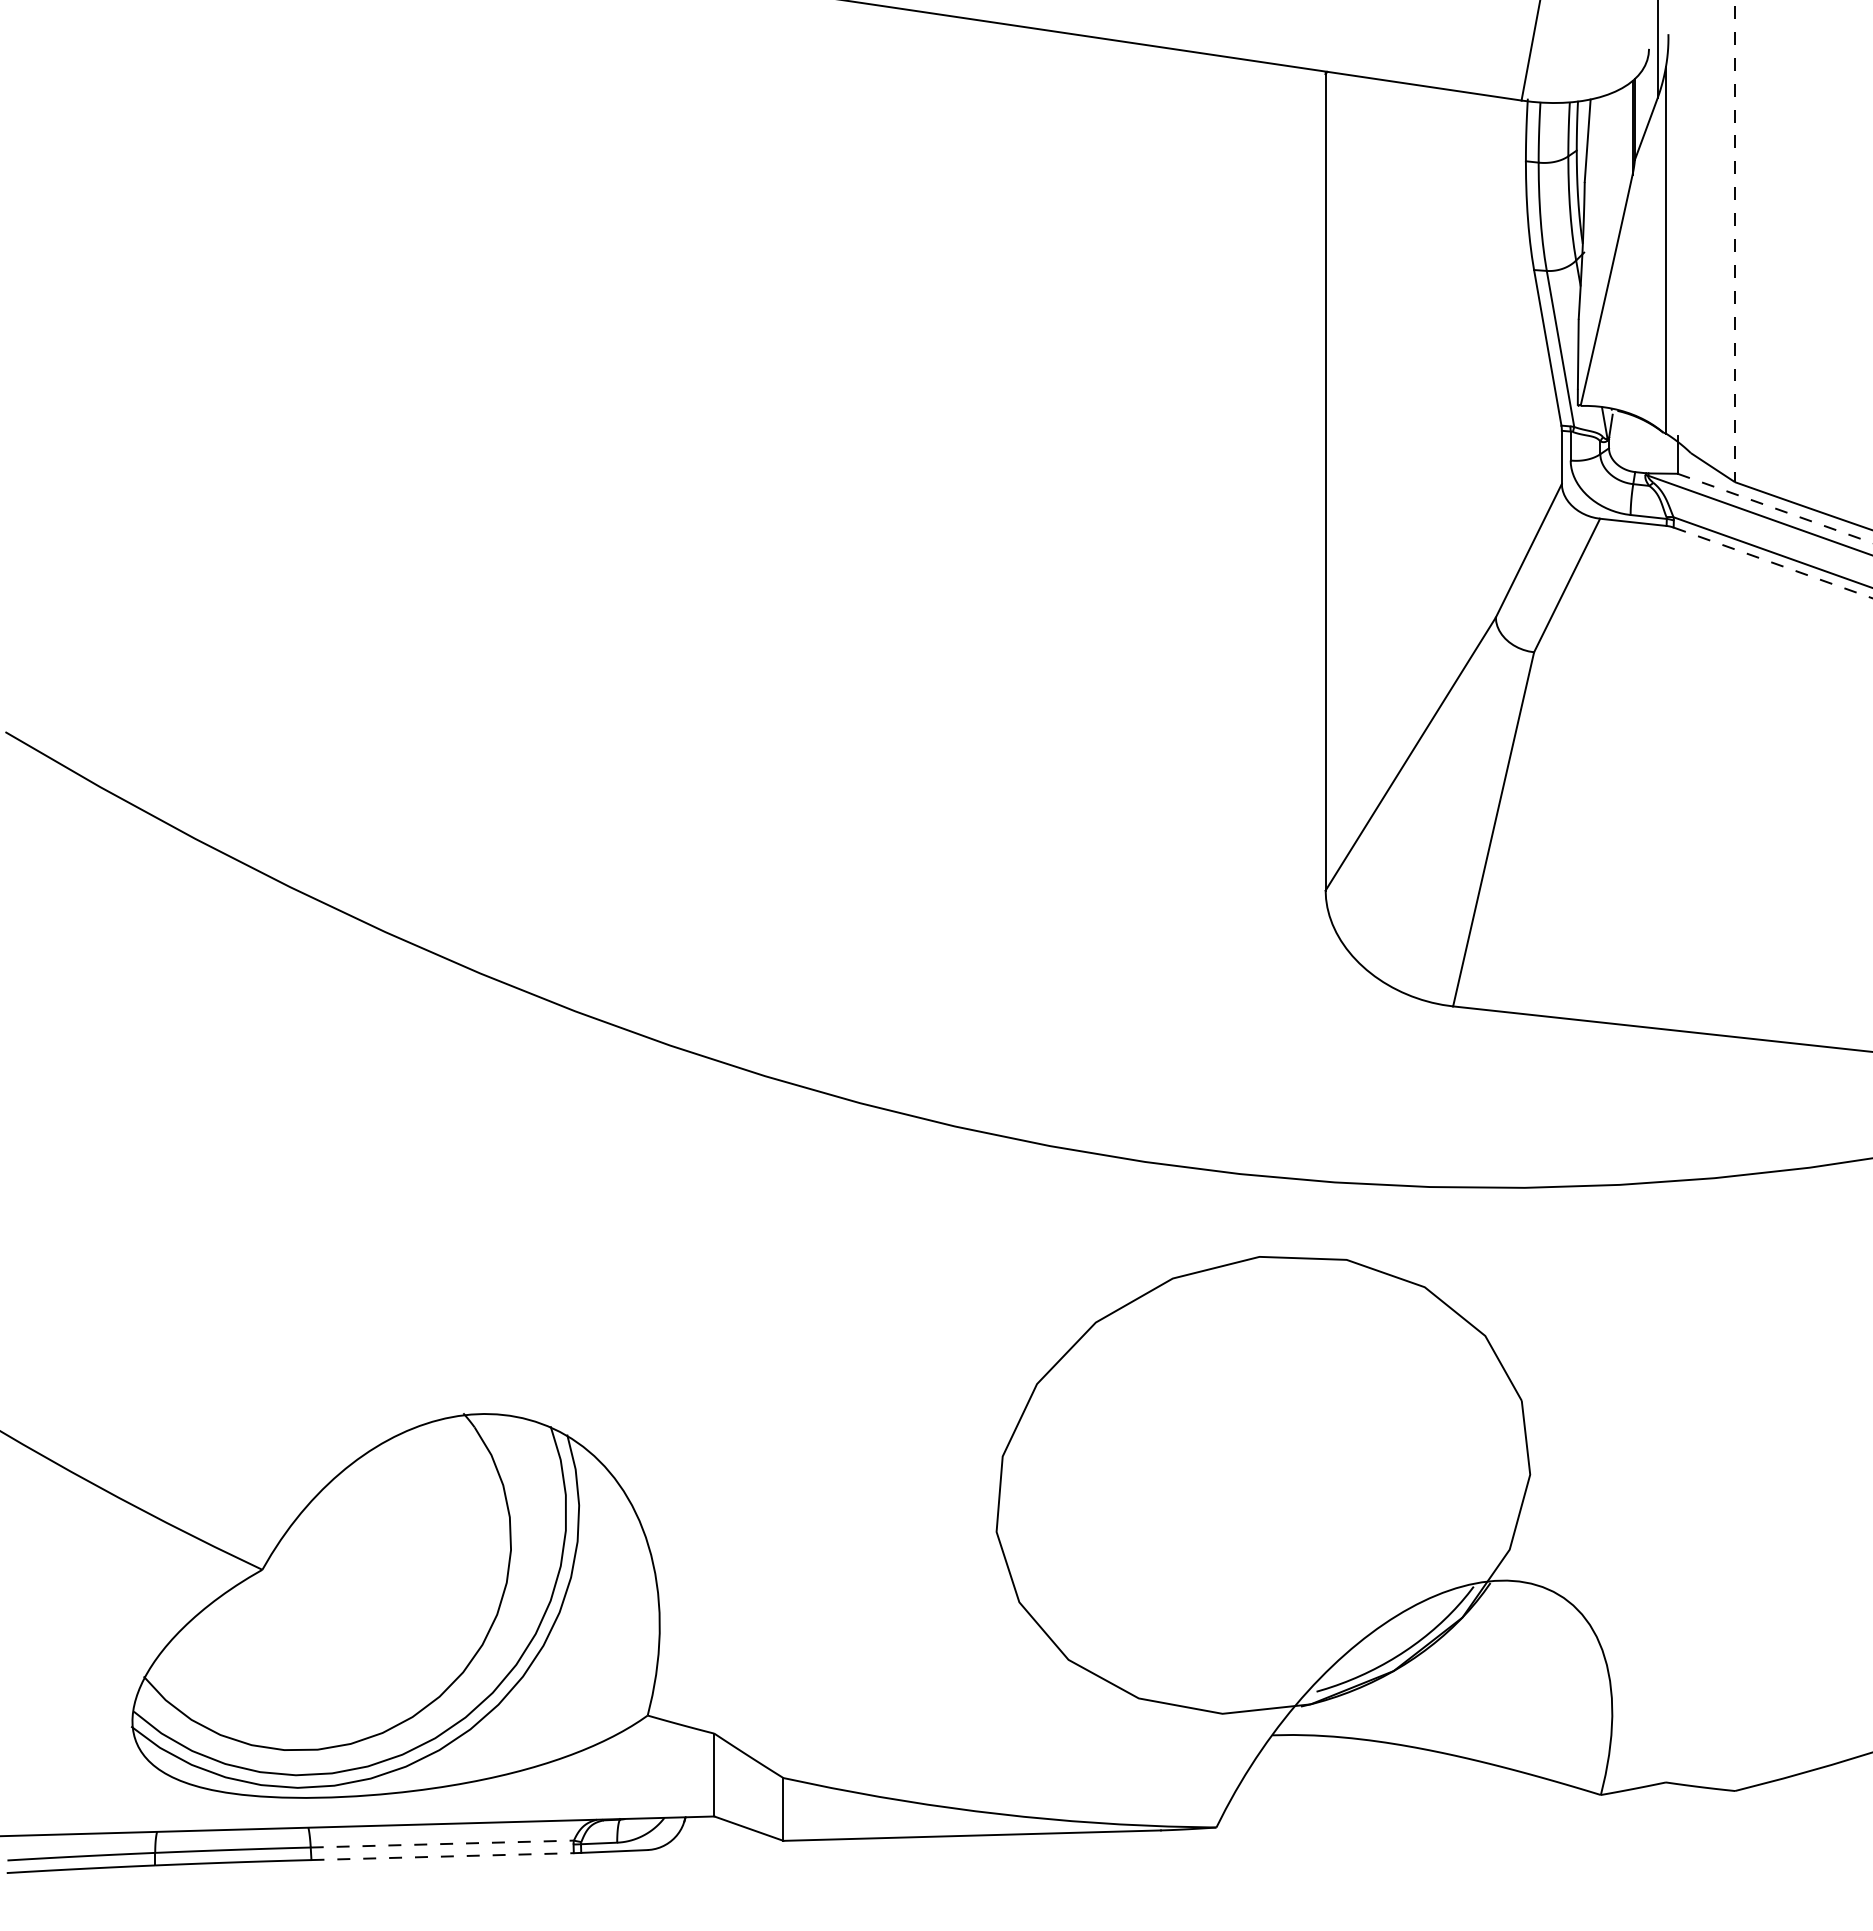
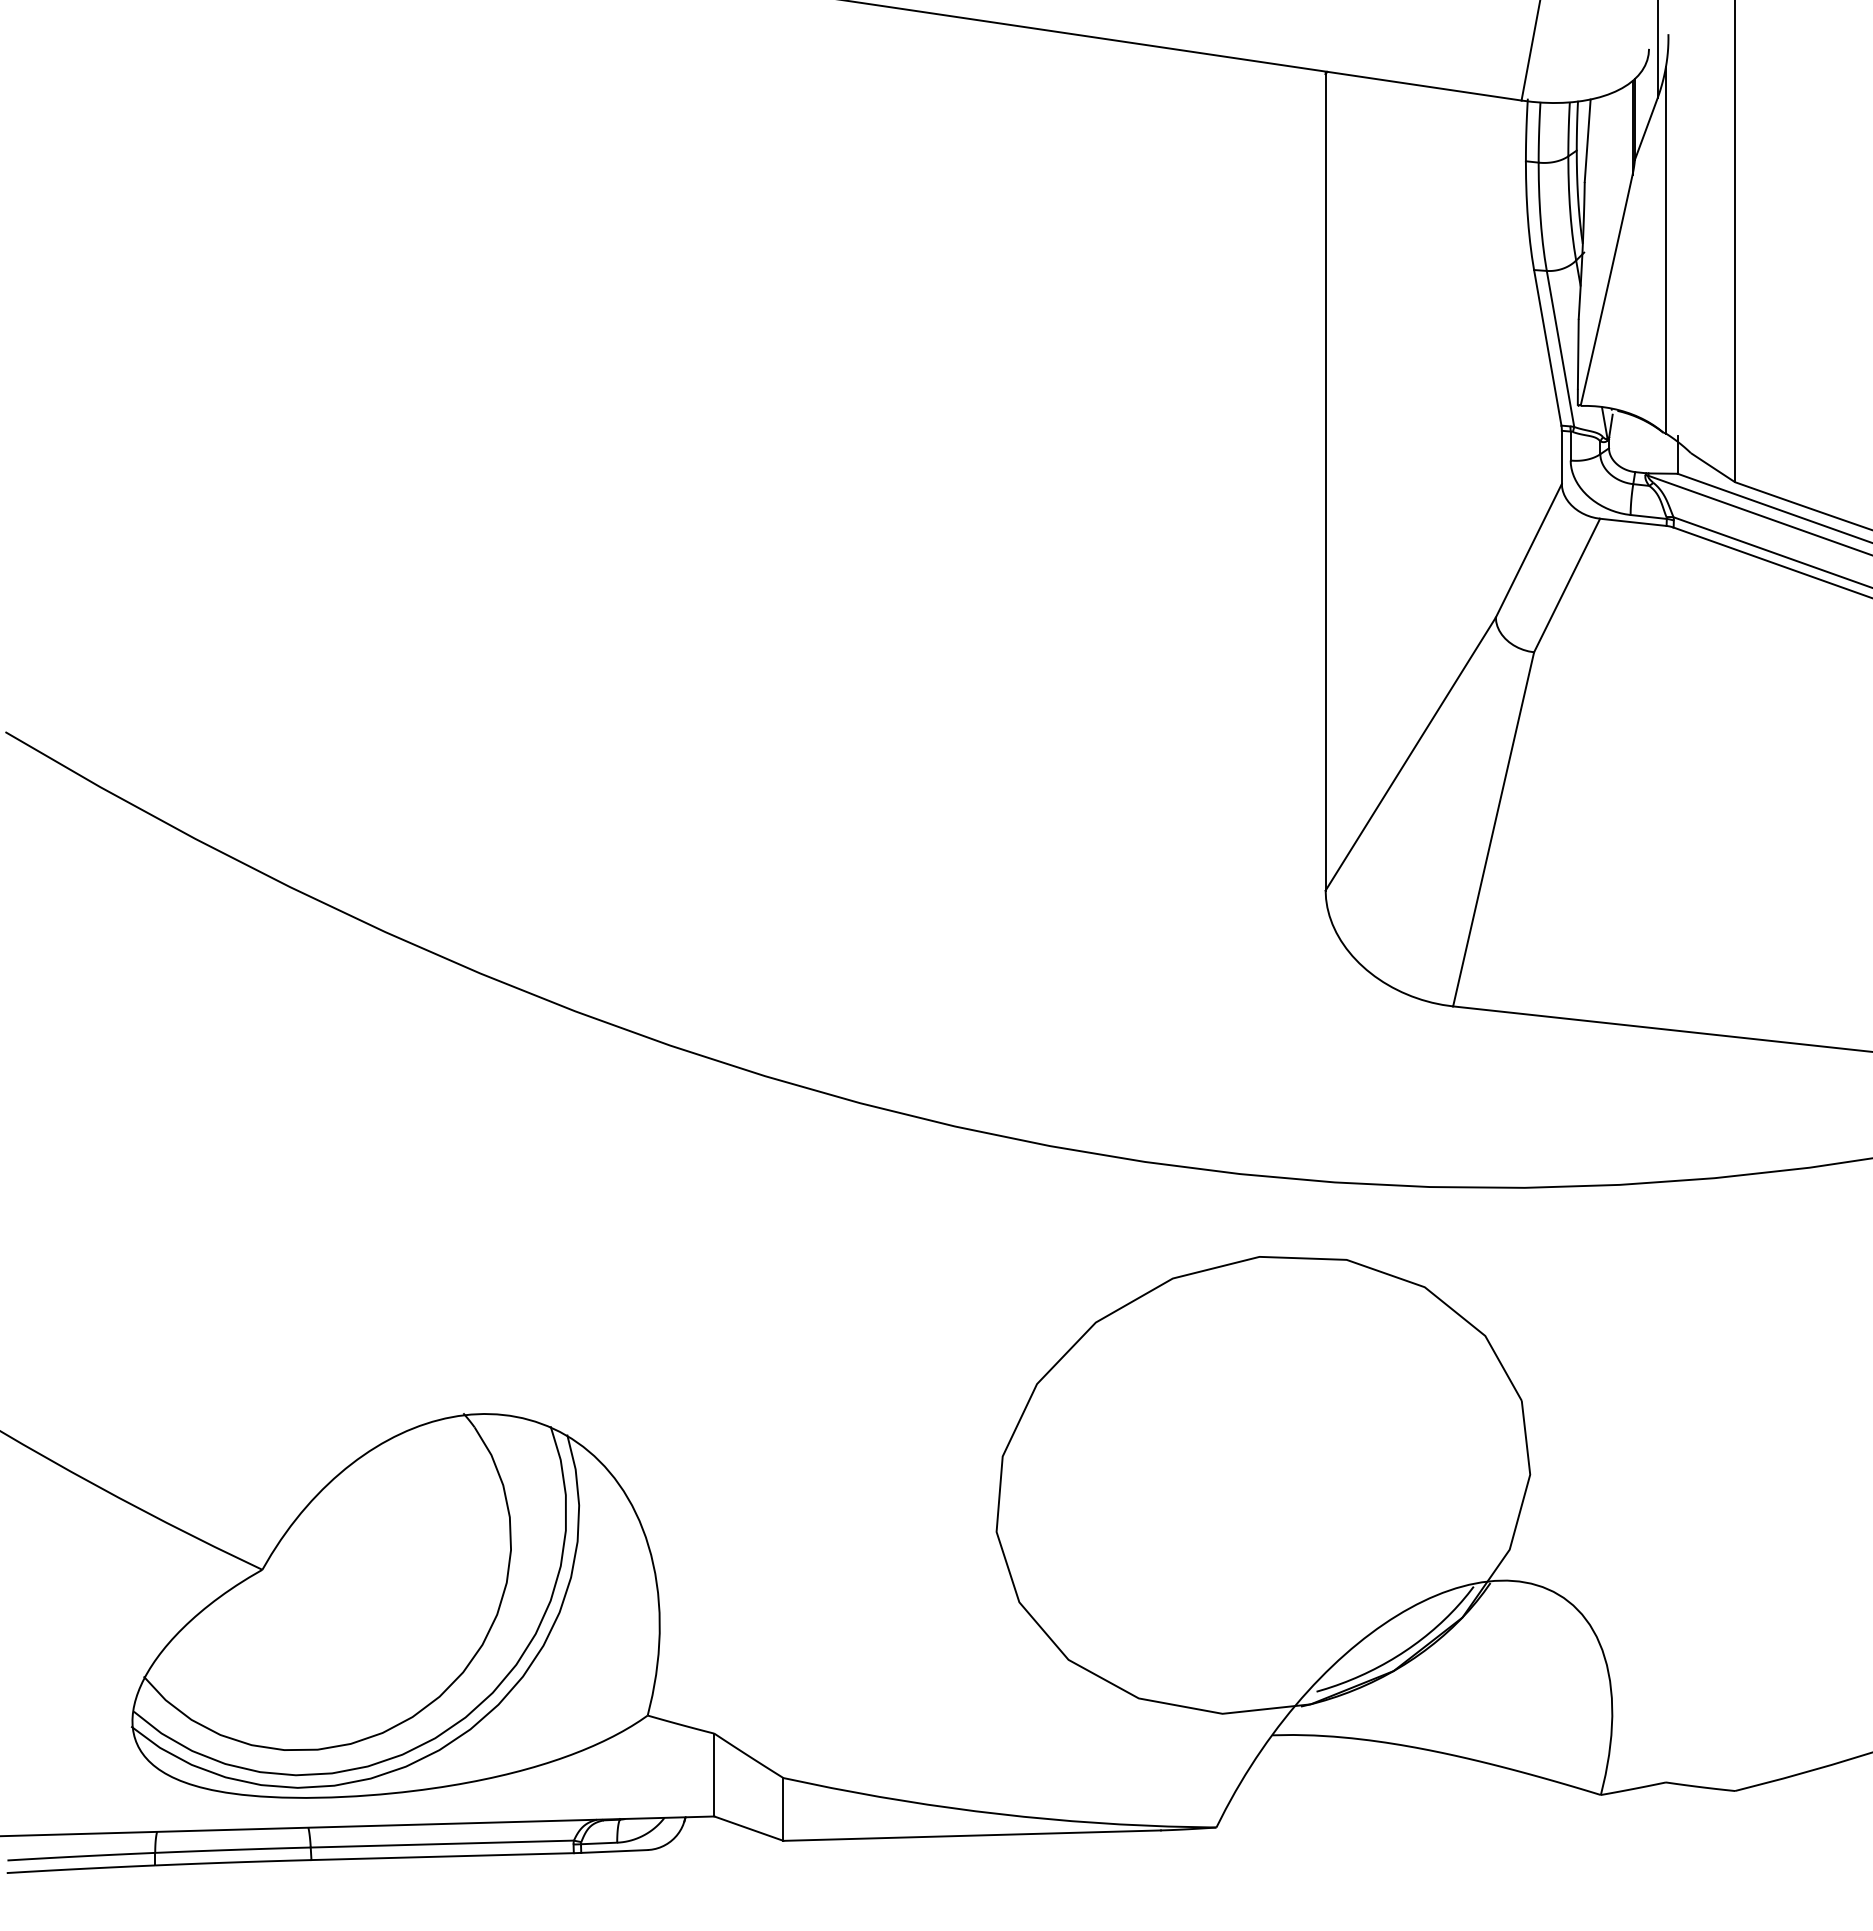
line at (1735, 241): dashed -> solid
line at (1775, 508): dashed -> solid
line at (1773, 563): dashed -> solid
line at (442, 1844): dashed -> solid
line at (443, 1856): dashed -> solid
